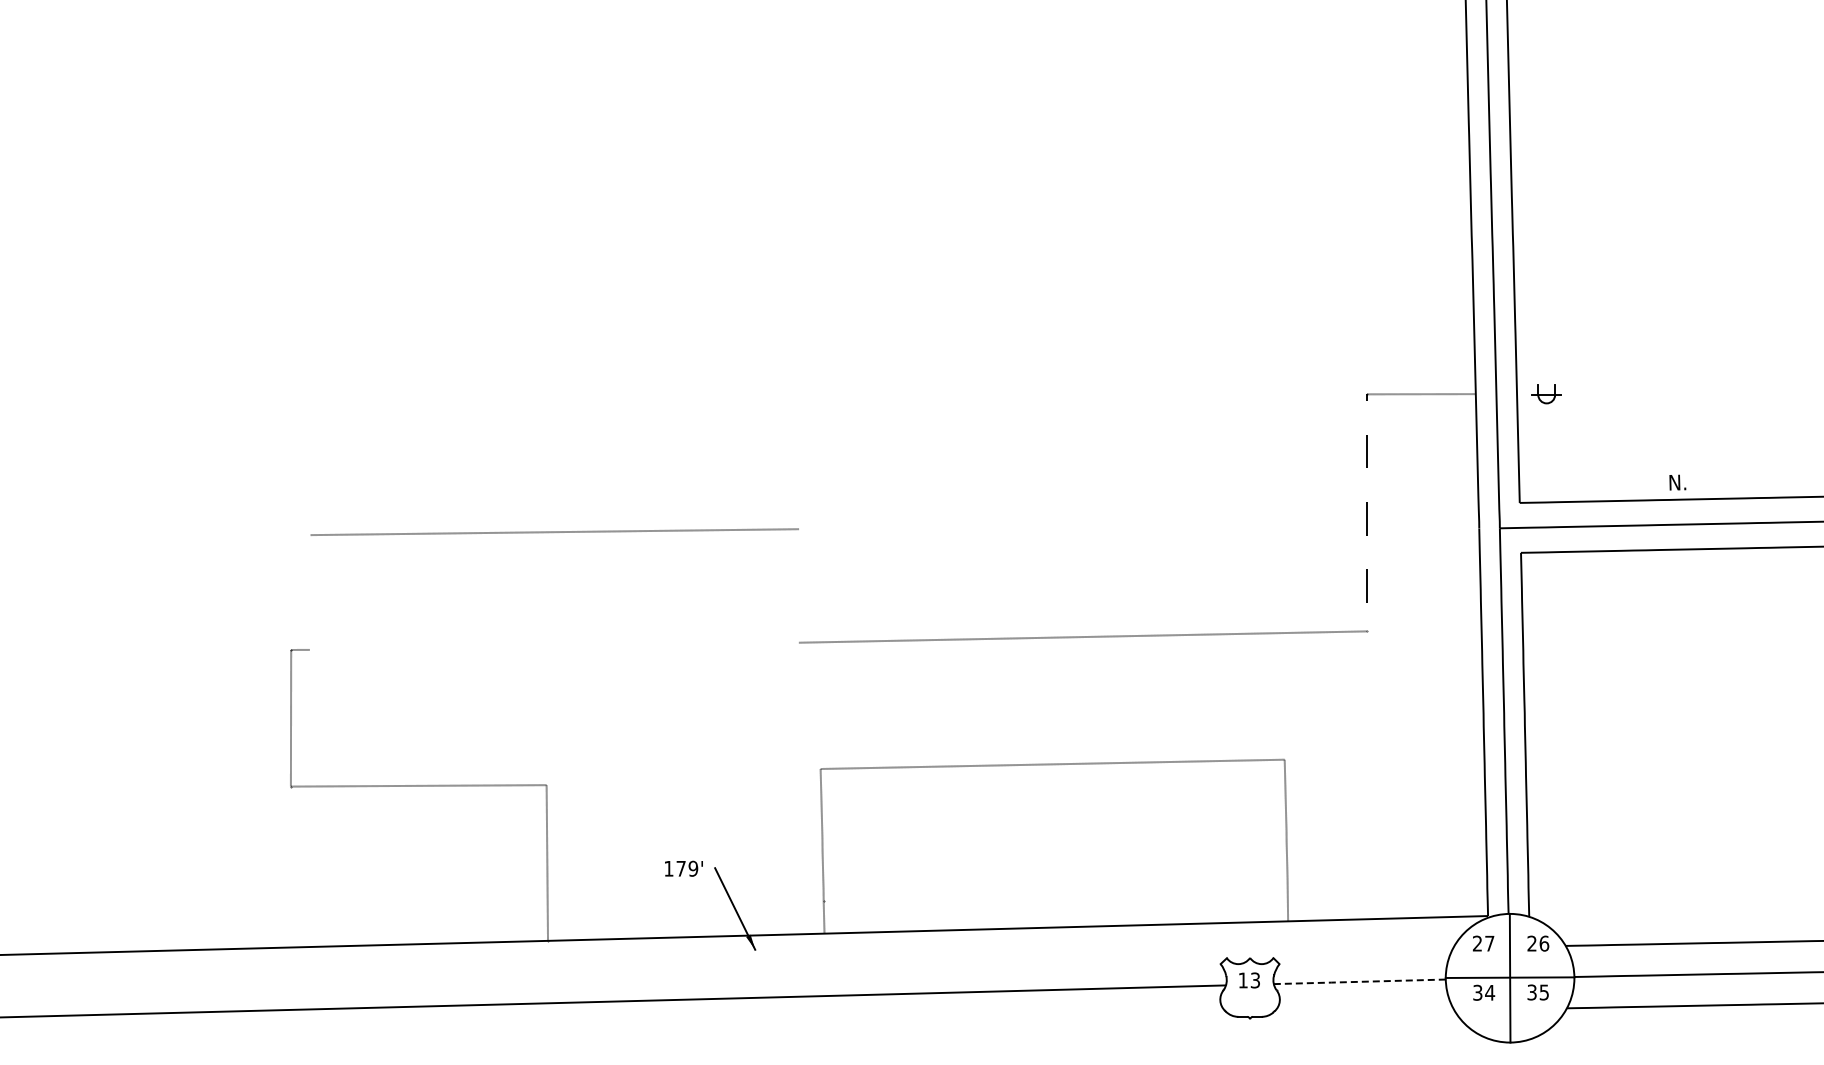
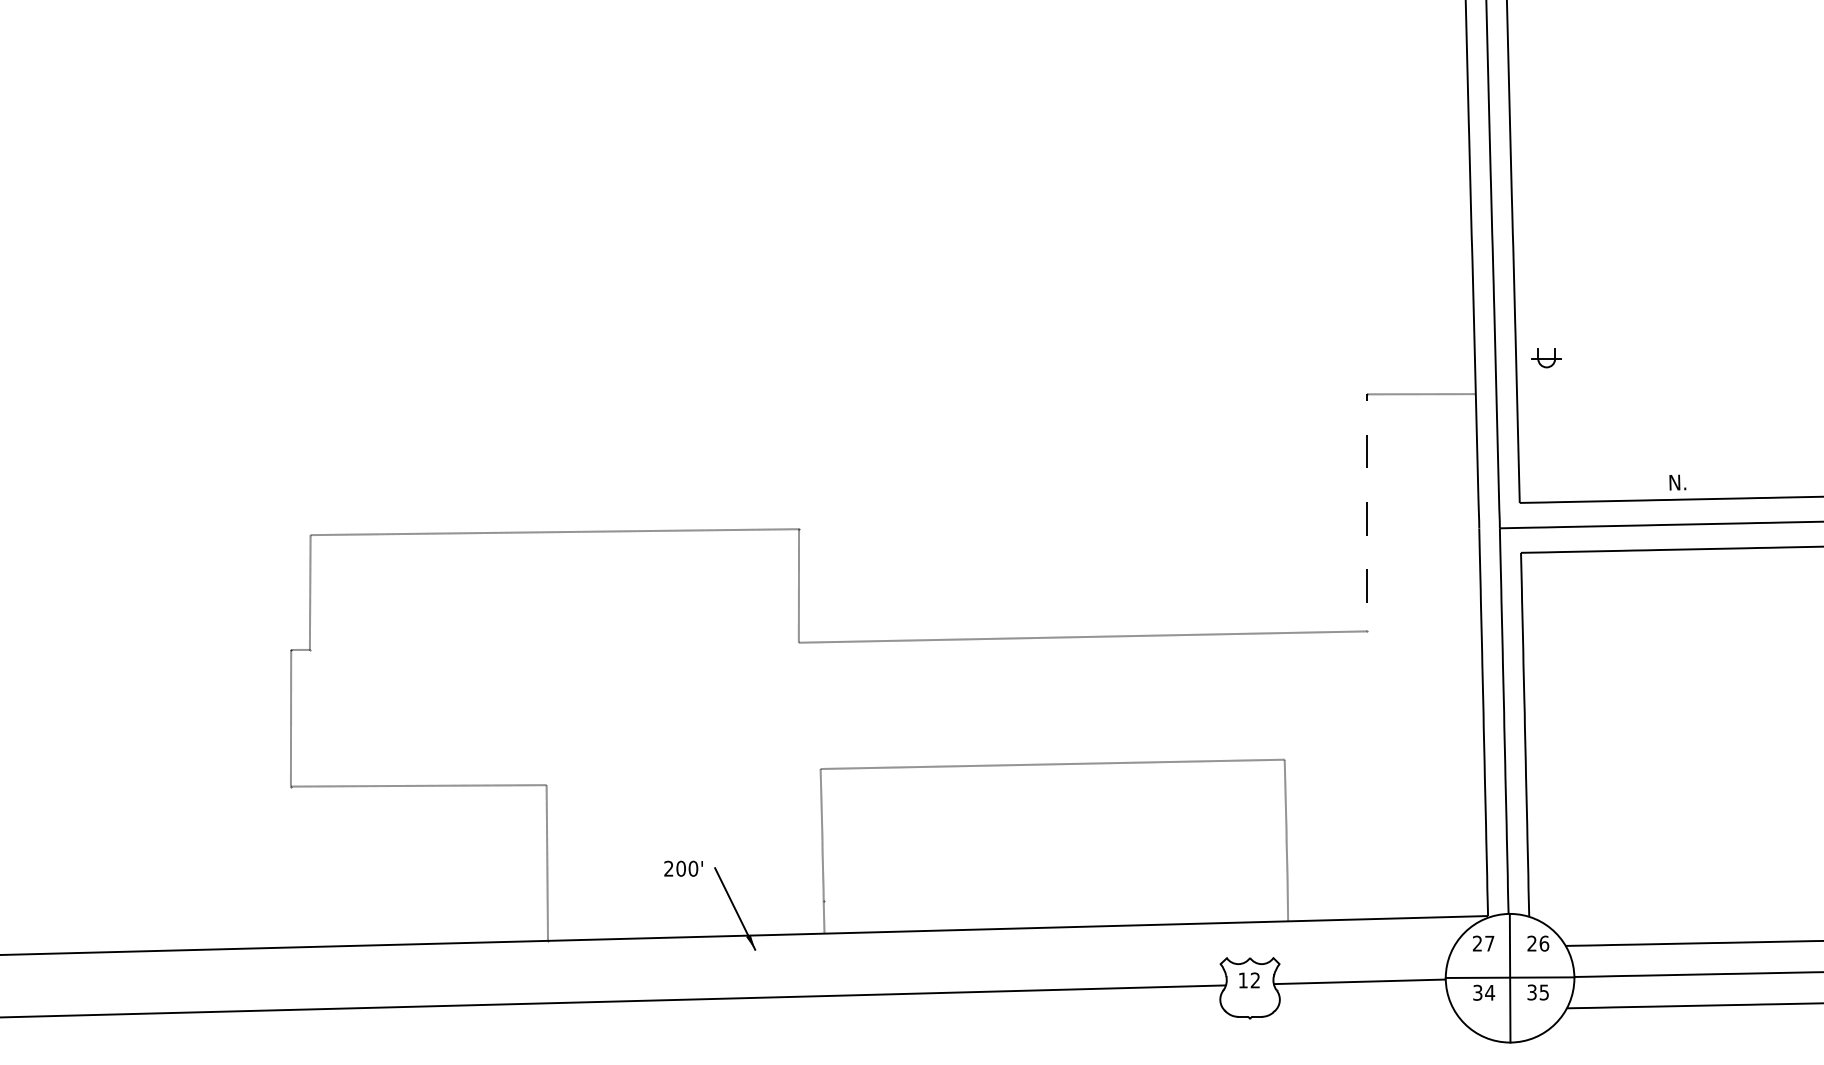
part at (1546, 394) position: (1546, 394) -> (1546, 358)
line at (798, 585): none -> present
line at (309, 592): none -> present
text at (681, 868): 179' -> 200'
text at (1255, 980): 13 -> 12
line at (1359, 981): dashed -> solid
